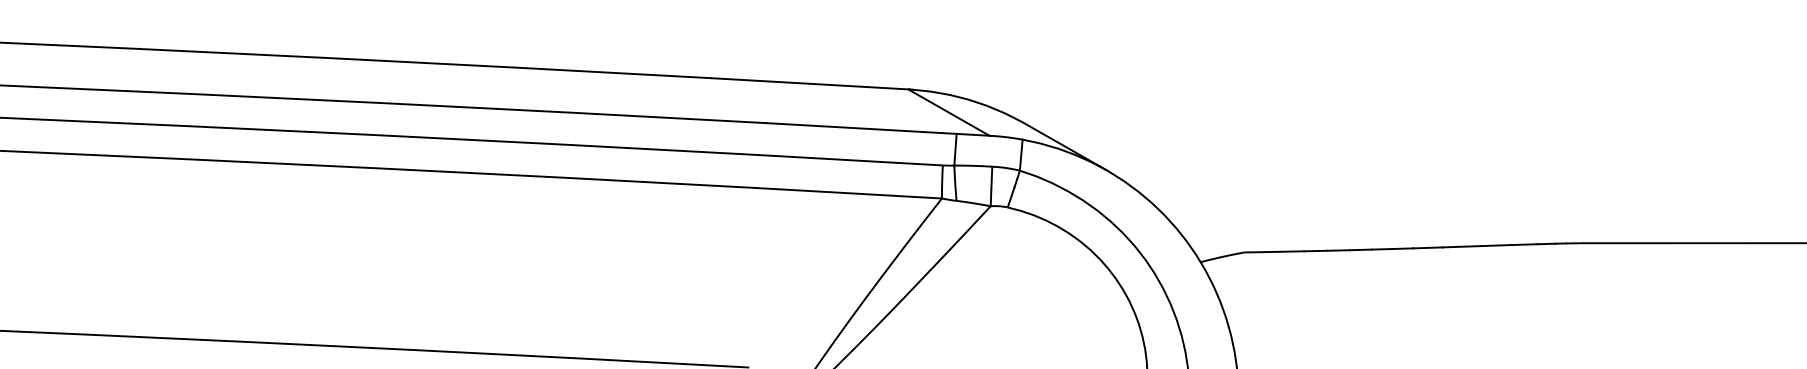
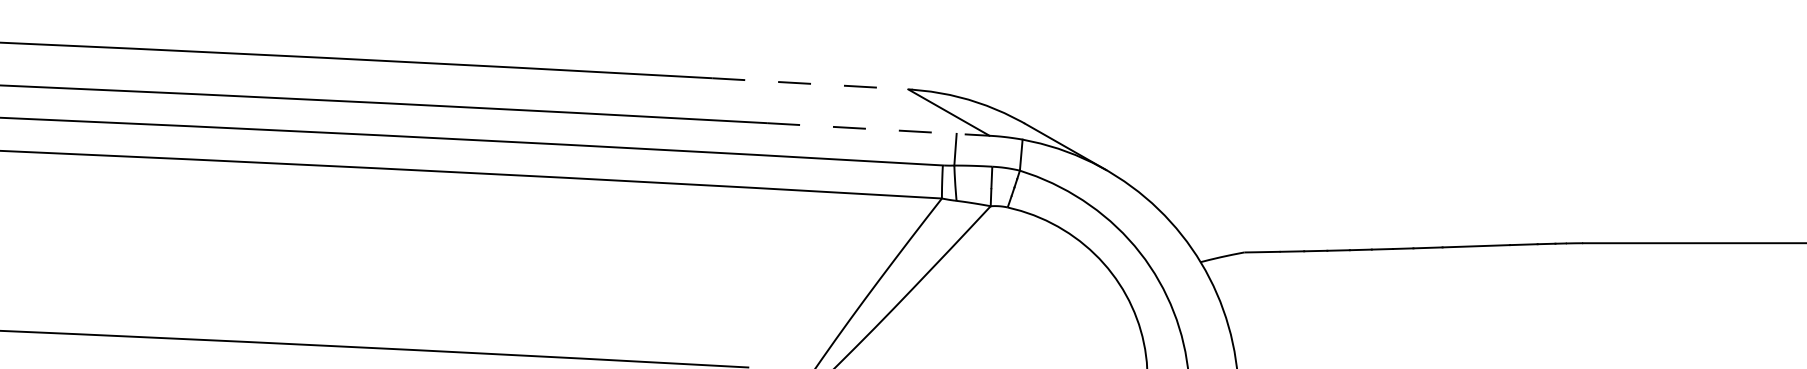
line at (811, 83): solid -> dashed
line at (878, 129): solid -> dashed
